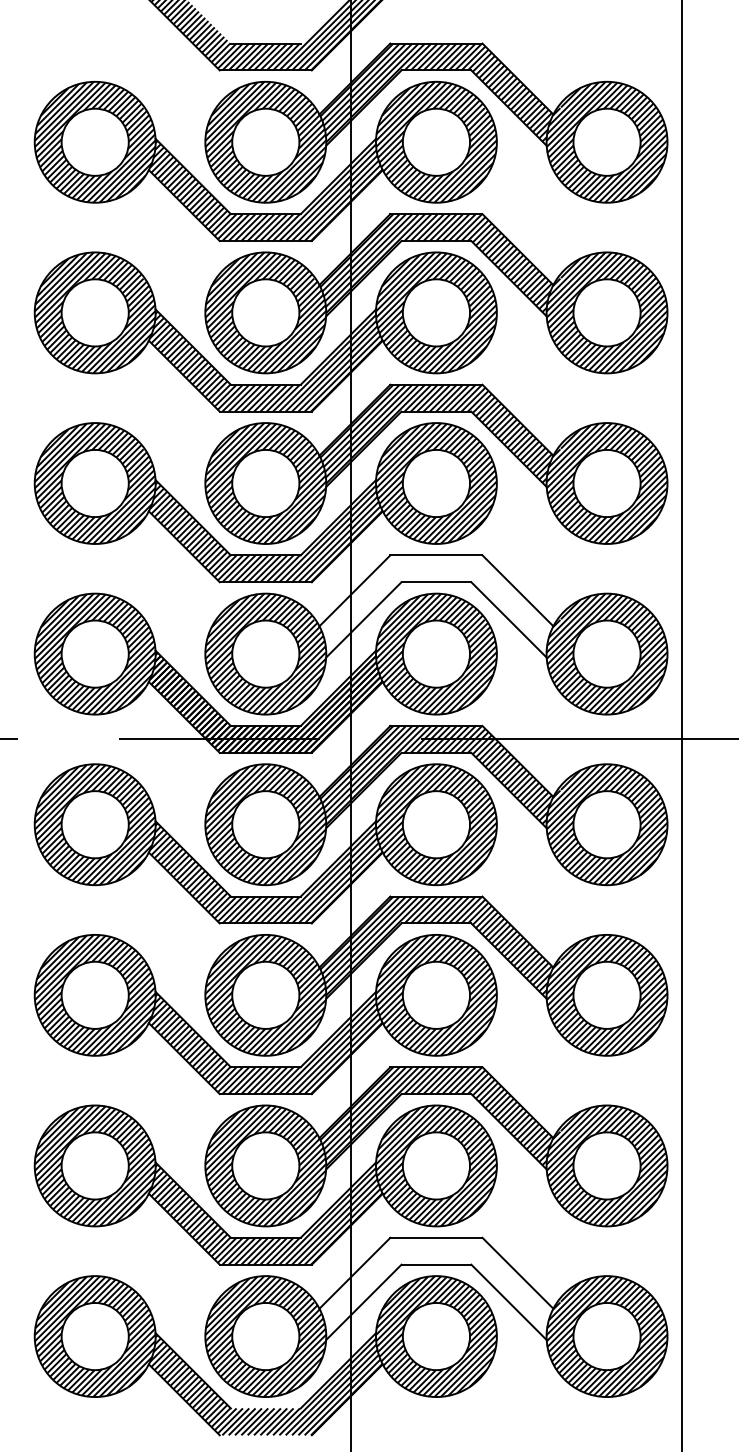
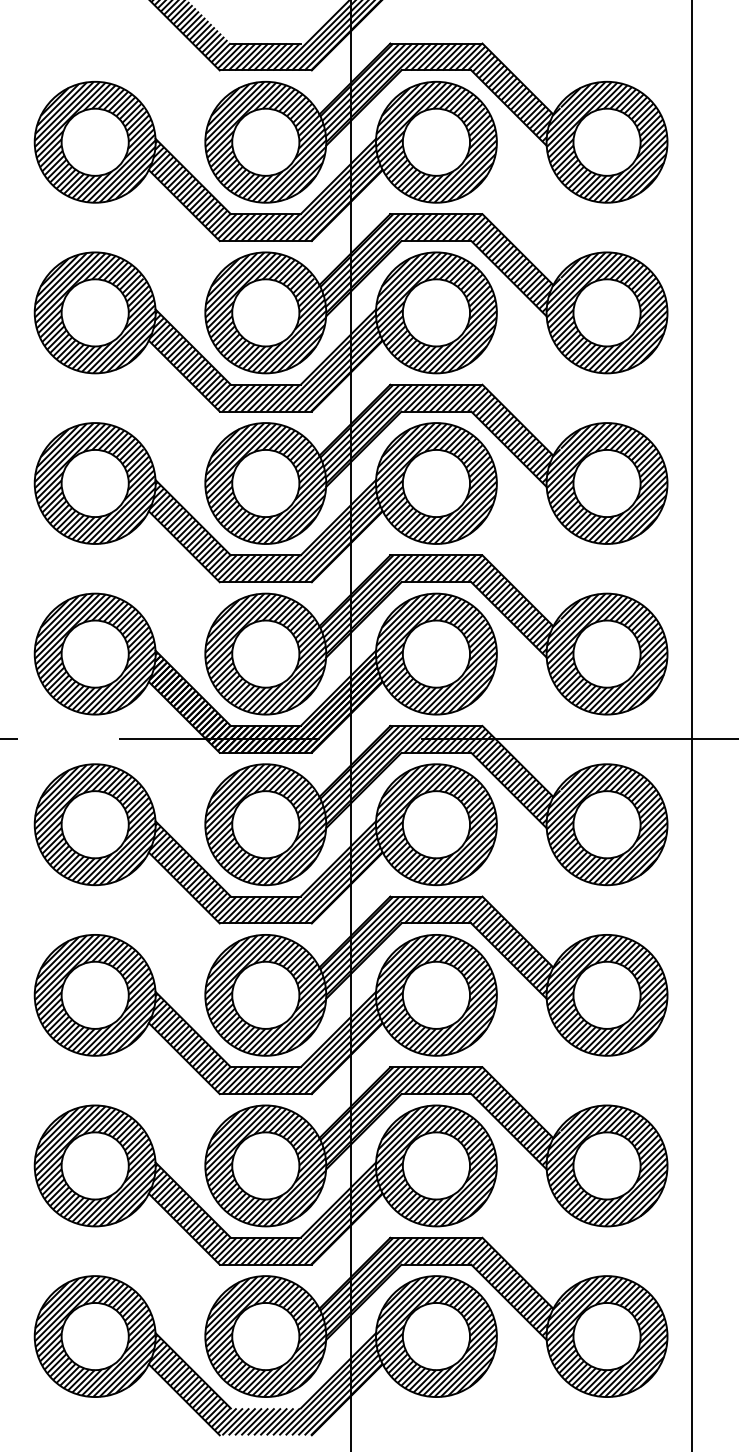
hatch at (435, 605): none -> present
line at (682, 725) position: (682, 725) -> (692, 725)
hatch at (435, 1287): none -> present
